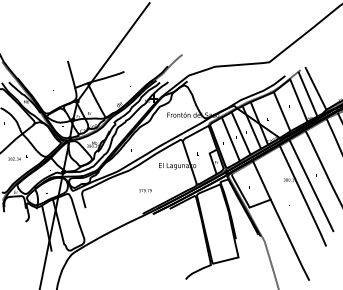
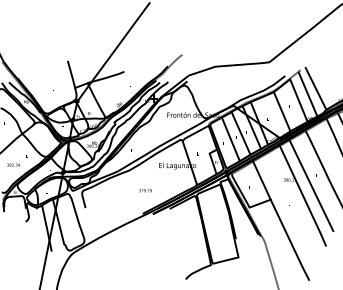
text at (14, 158) position: (14, 158) -> (13, 164)
